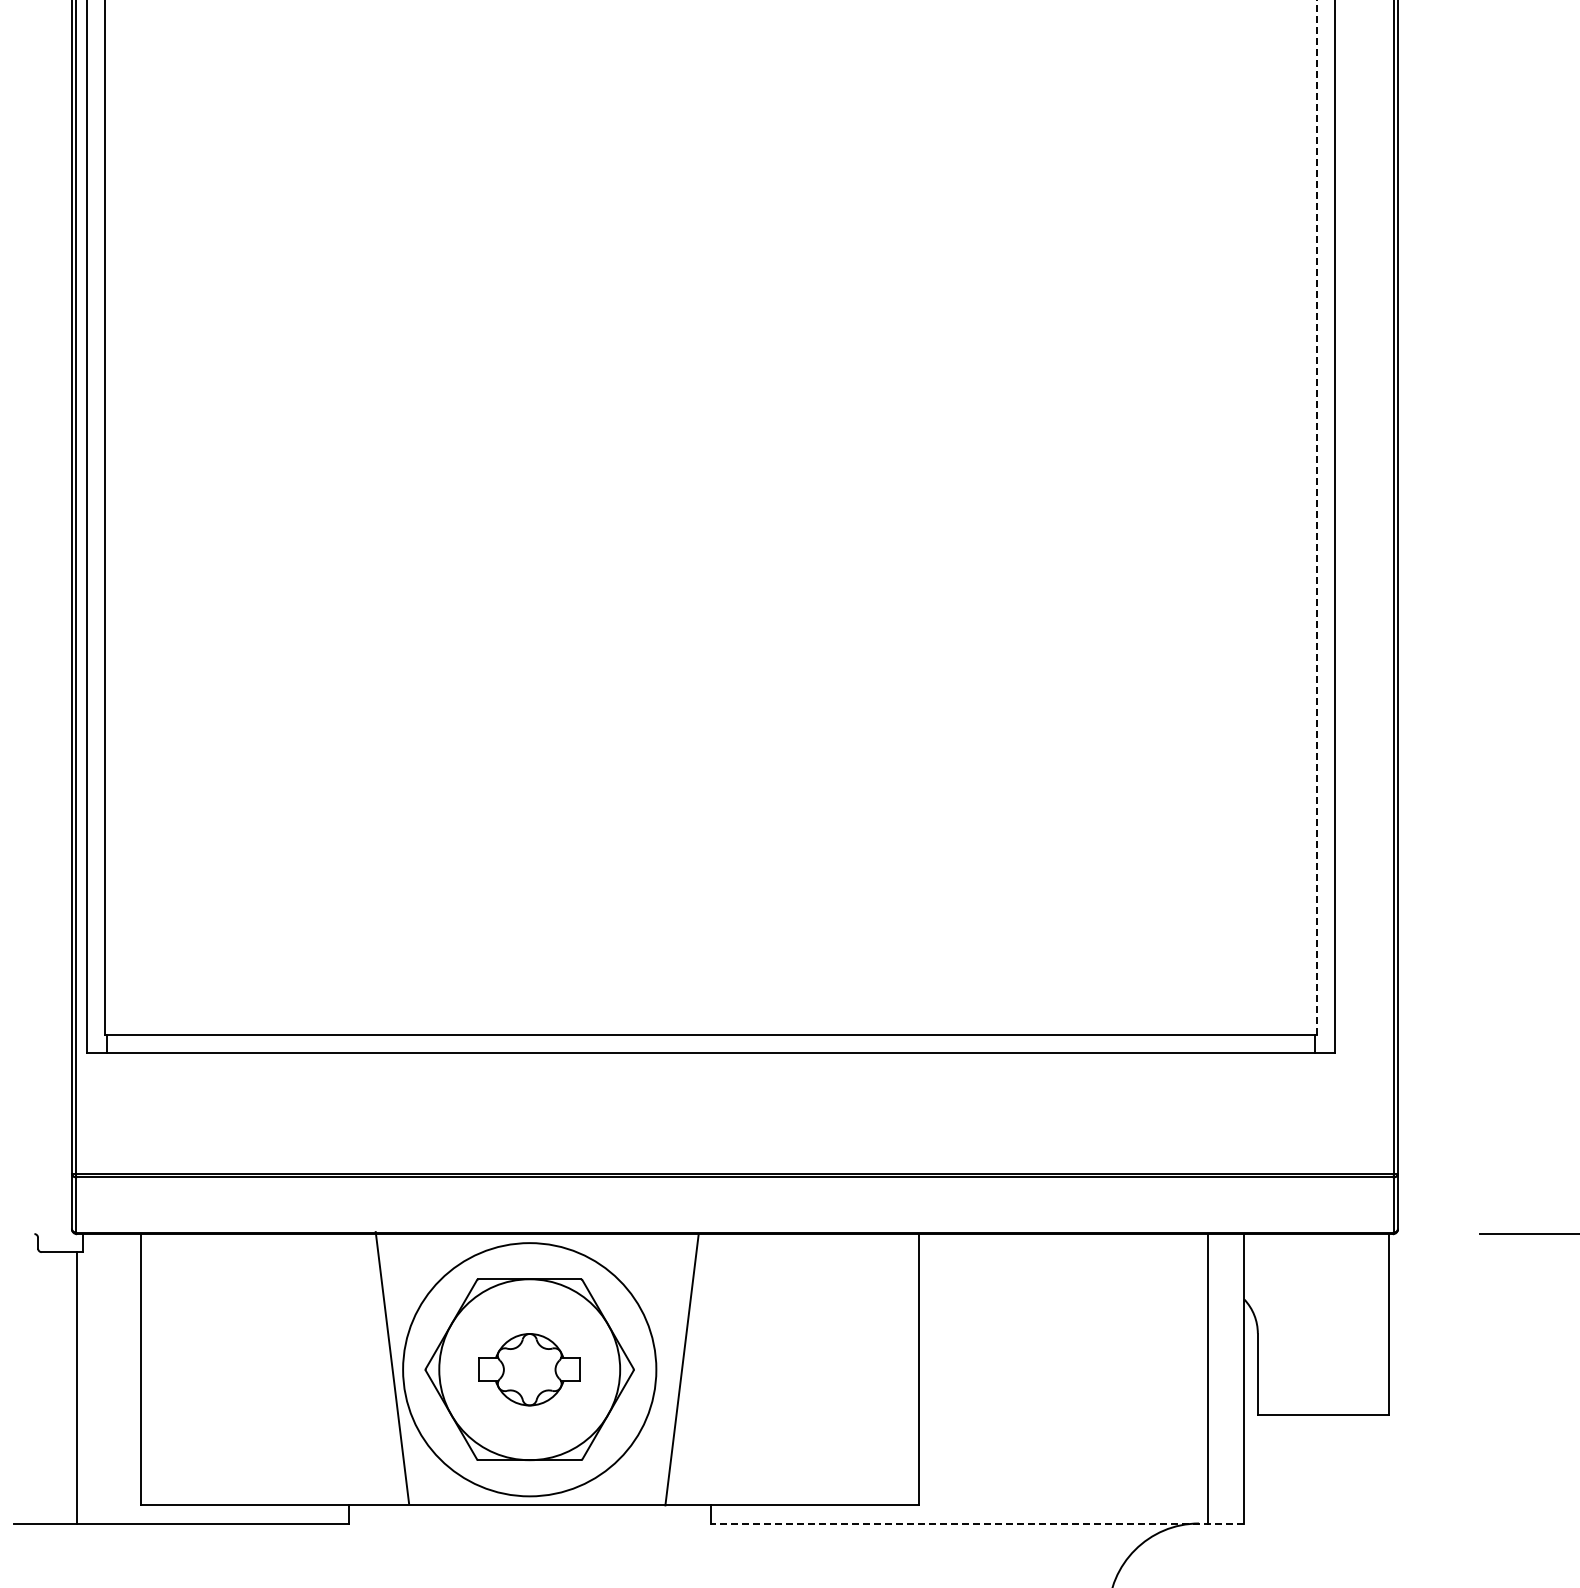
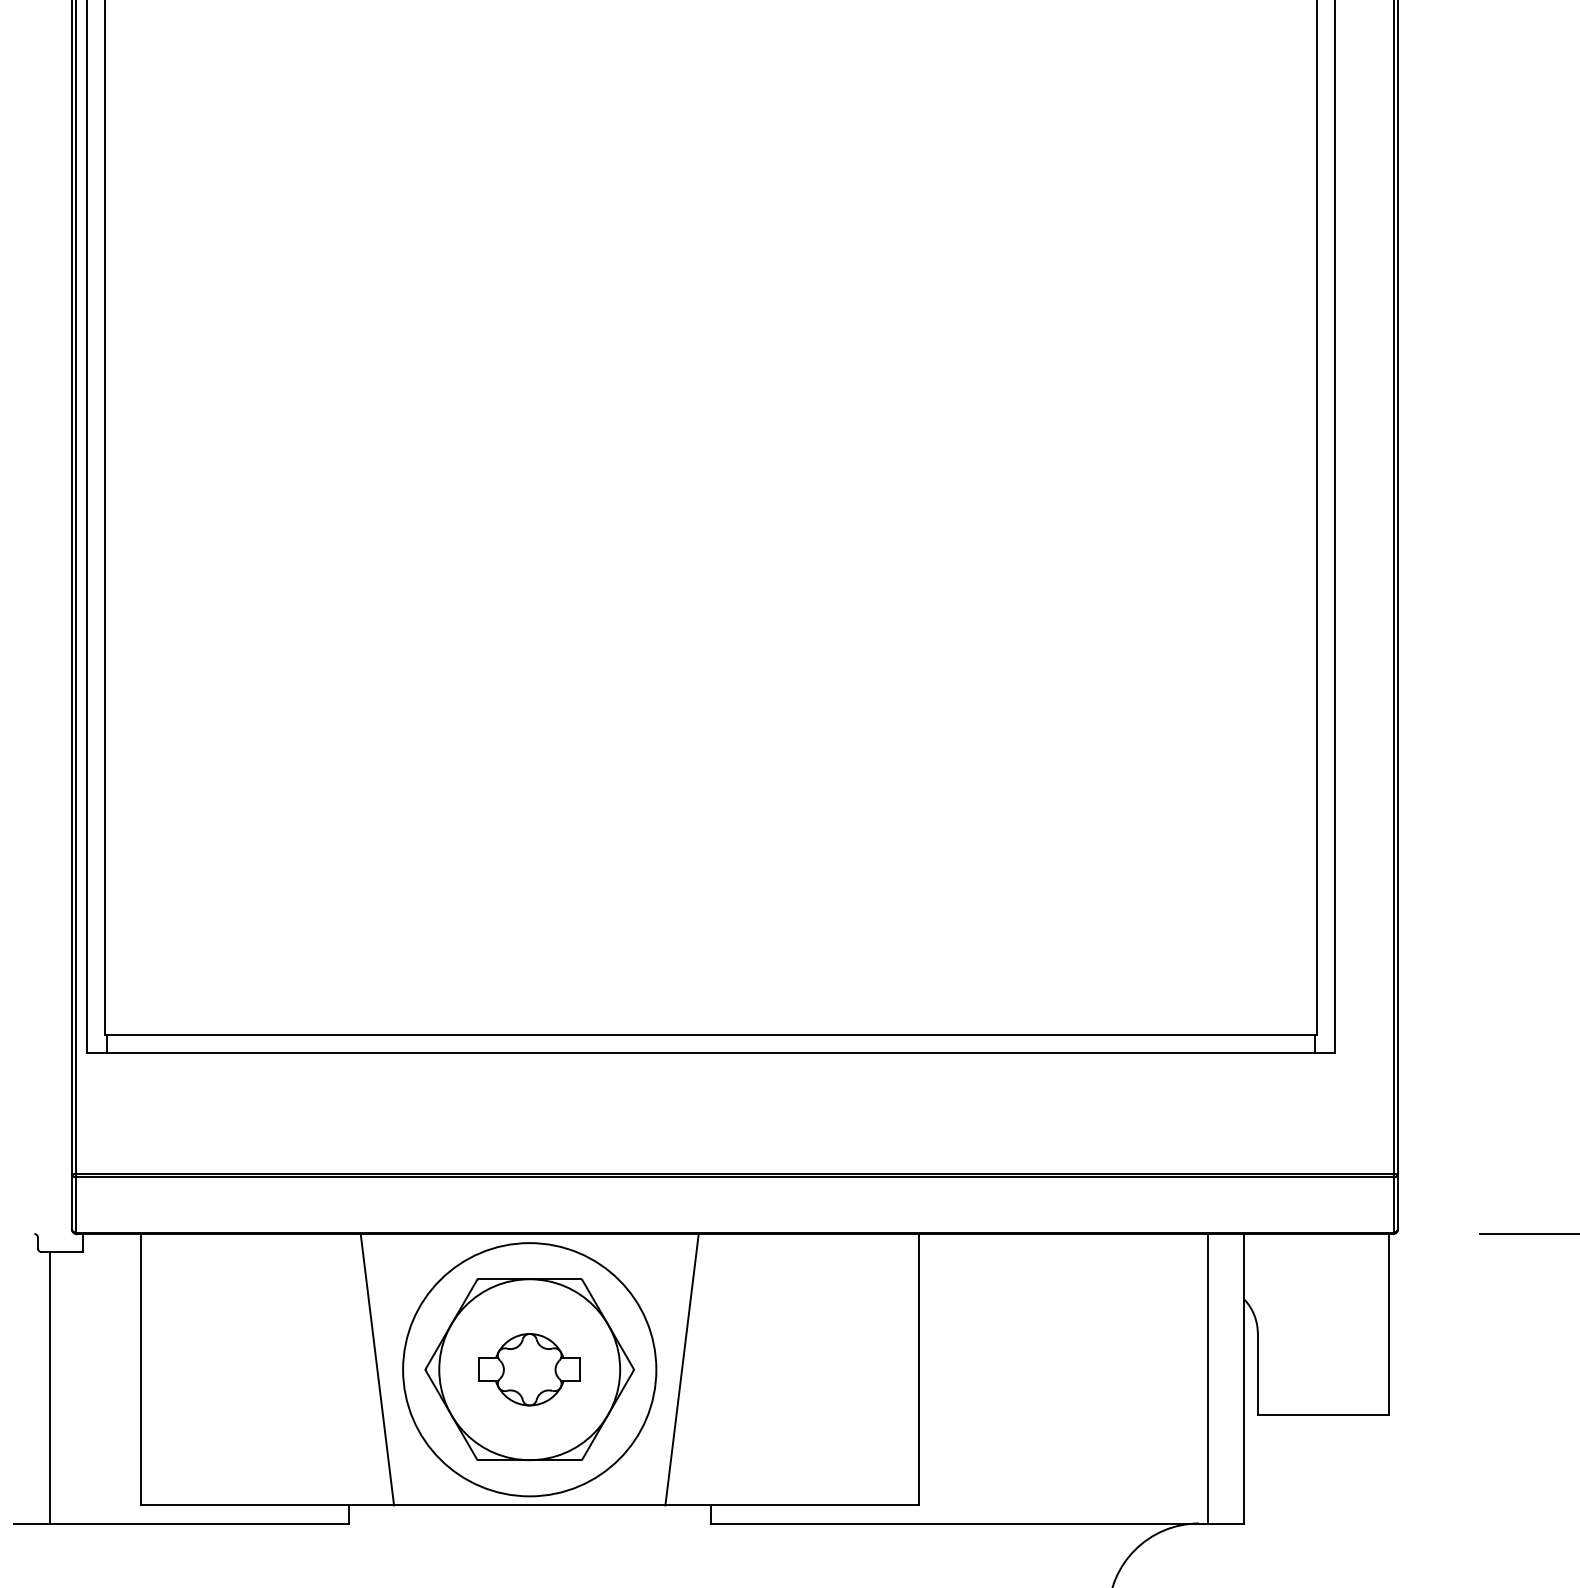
line at (1316, 517): dashed -> solid
line at (392, 1367) position: (392, 1367) -> (377, 1369)
line at (77, 1387) position: (77, 1387) -> (50, 1387)
line at (977, 1523): dashed -> solid
